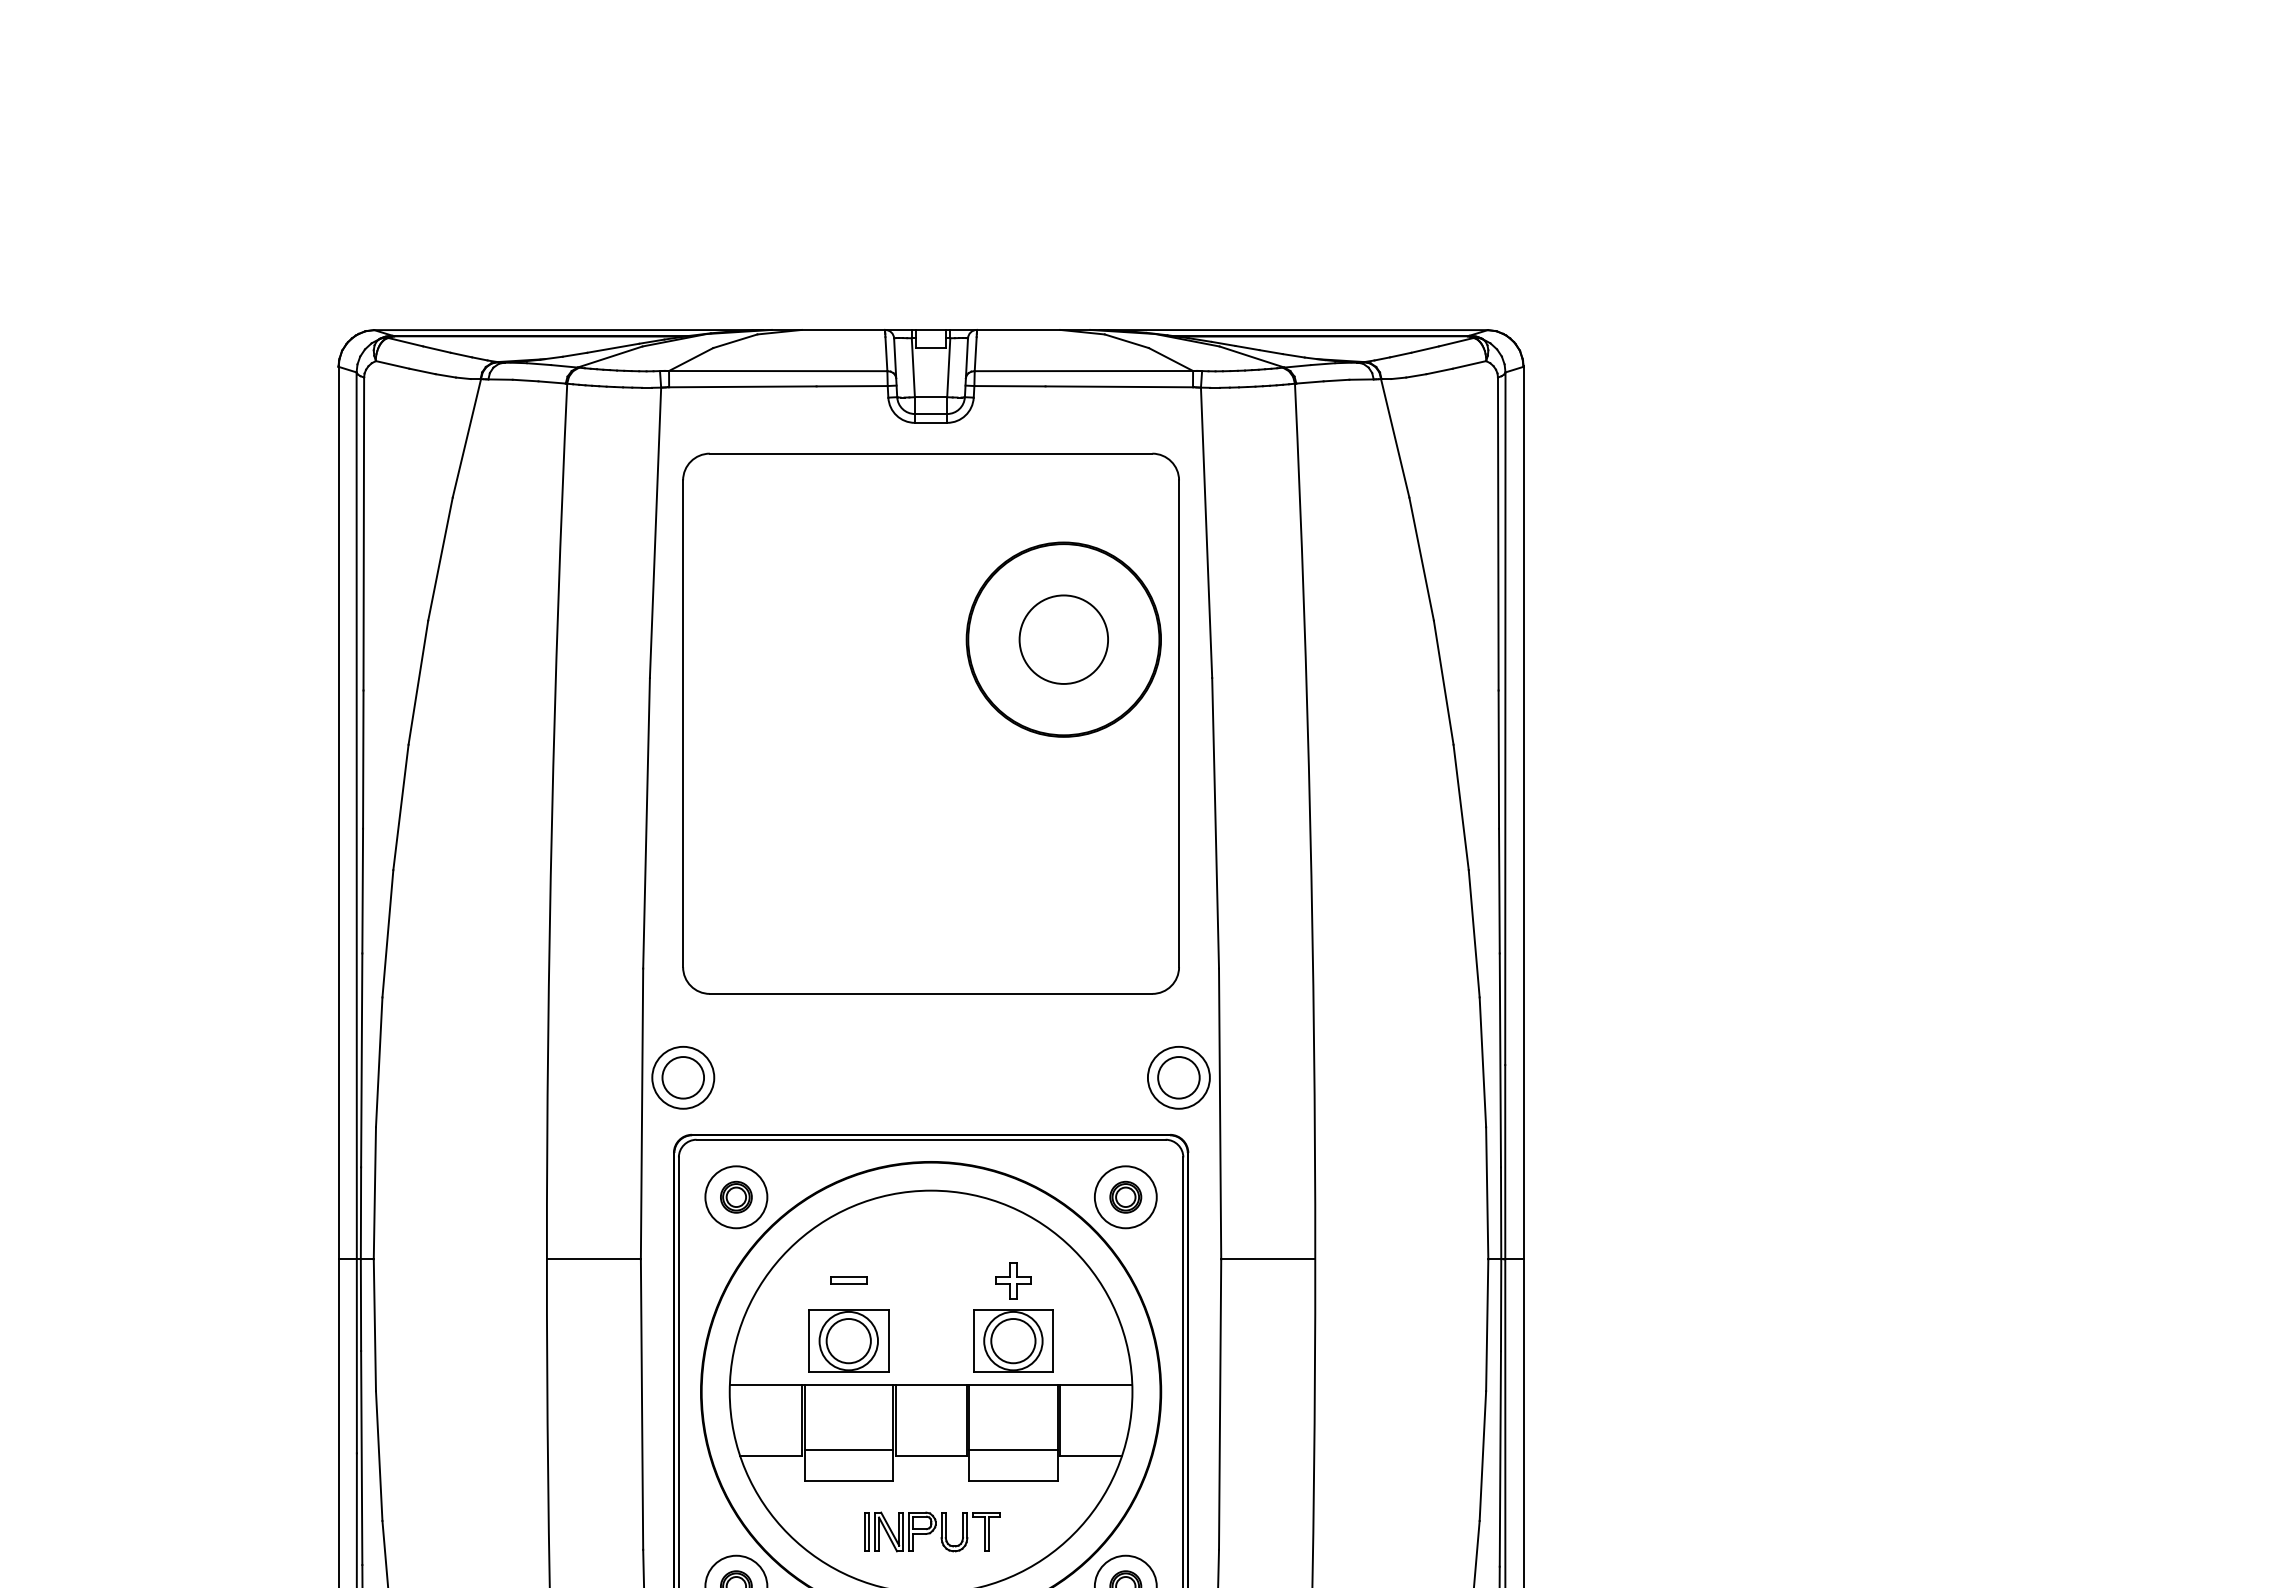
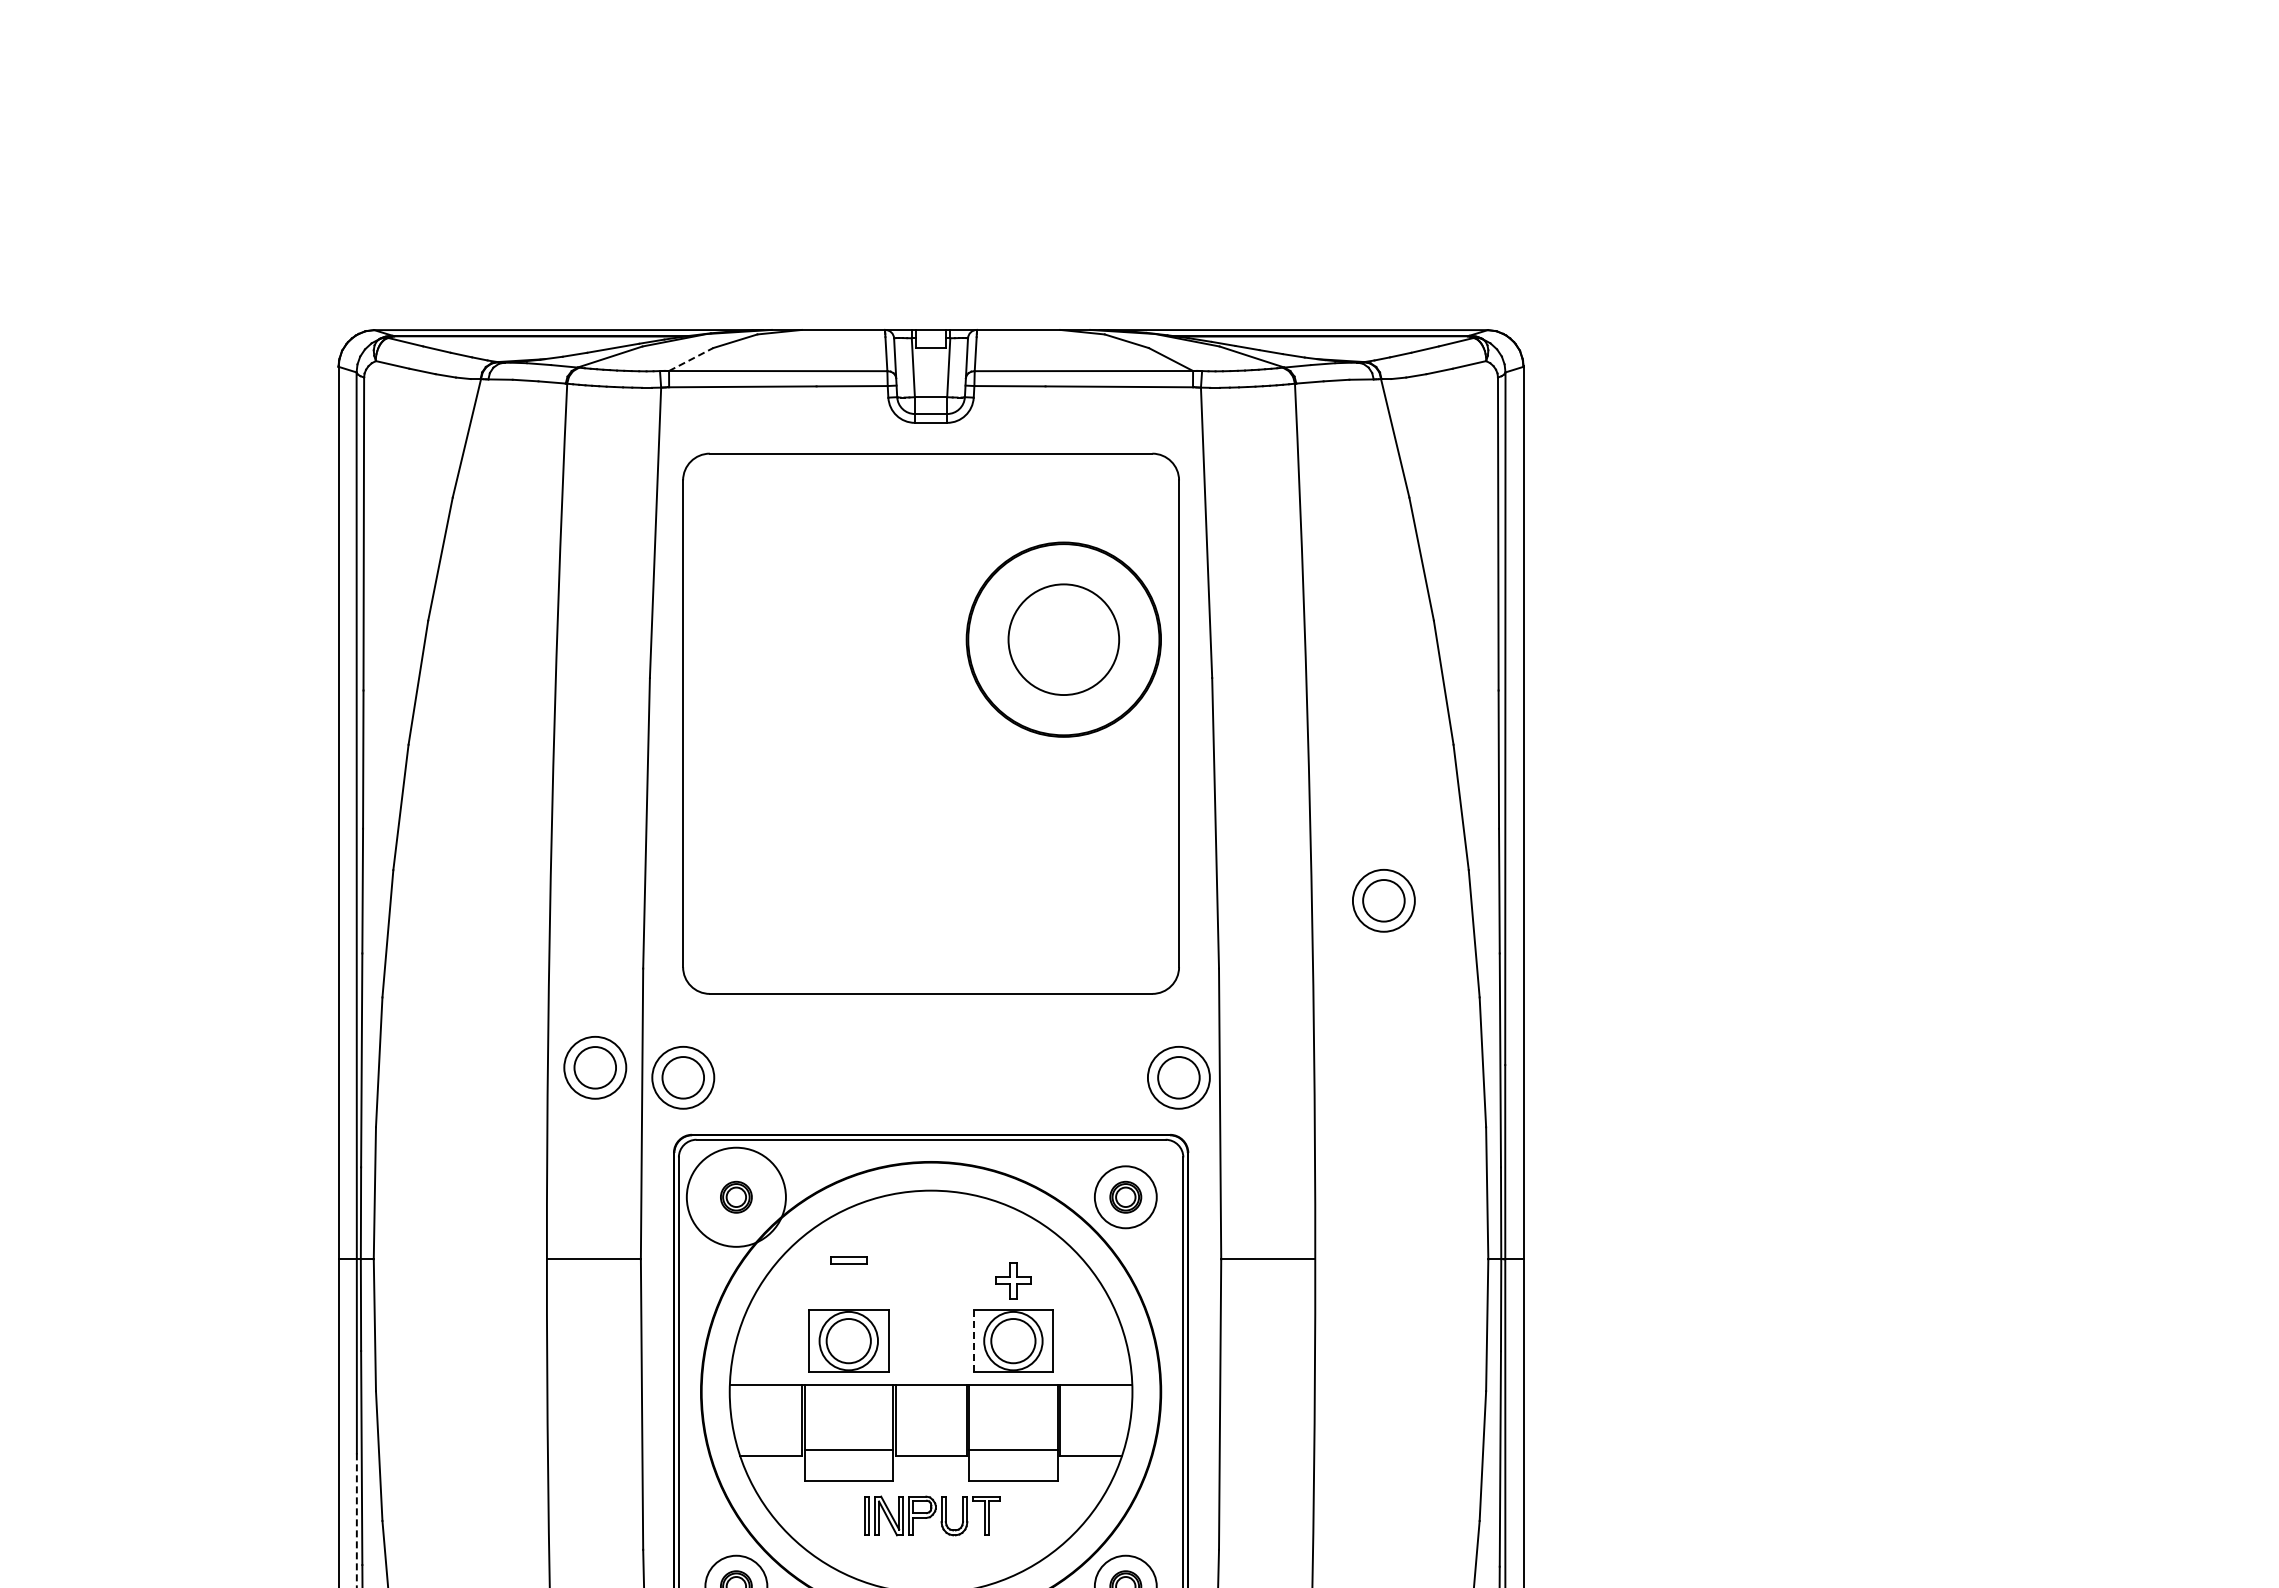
line at (691, 359): solid -> dashed
circle at (1063, 639) diameter: 89 px -> 111 px
part at (1383, 900): none -> present
part at (595, 1067): none -> present
circle at (736, 1197) diameter: 62 px -> 99 px
part at (848, 1280) position: (848, 1280) -> (848, 1260)
line at (973, 1341): solid -> dashed
line at (356, 1520): solid -> dashed
part at (932, 1531) position: (932, 1531) -> (932, 1515)
